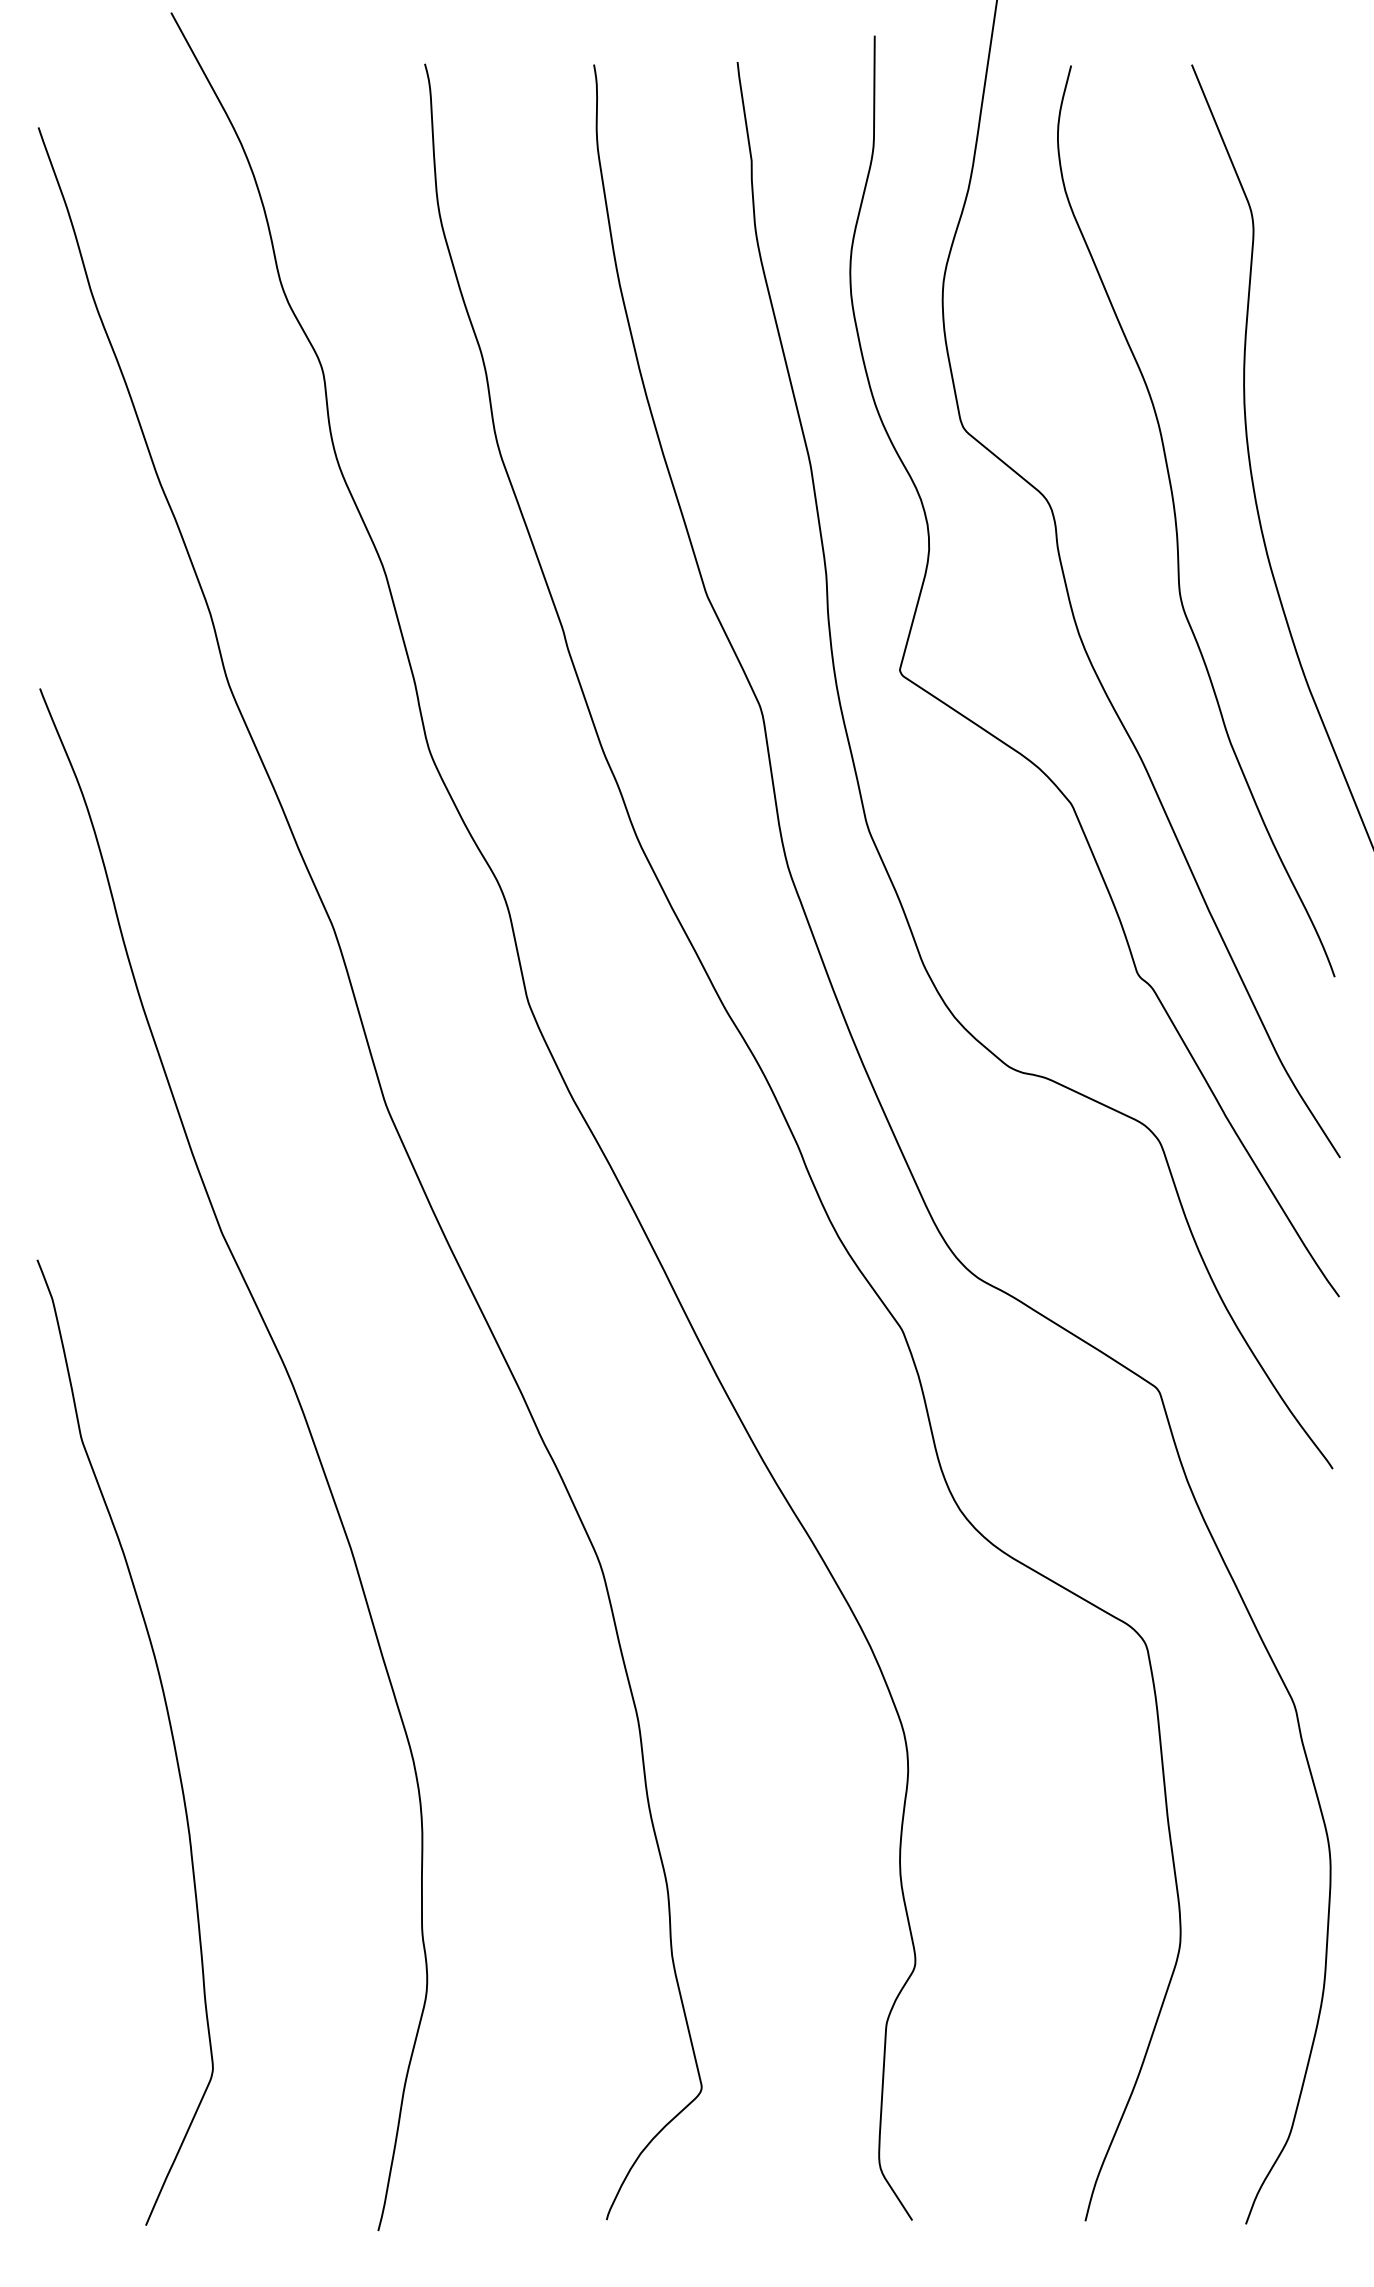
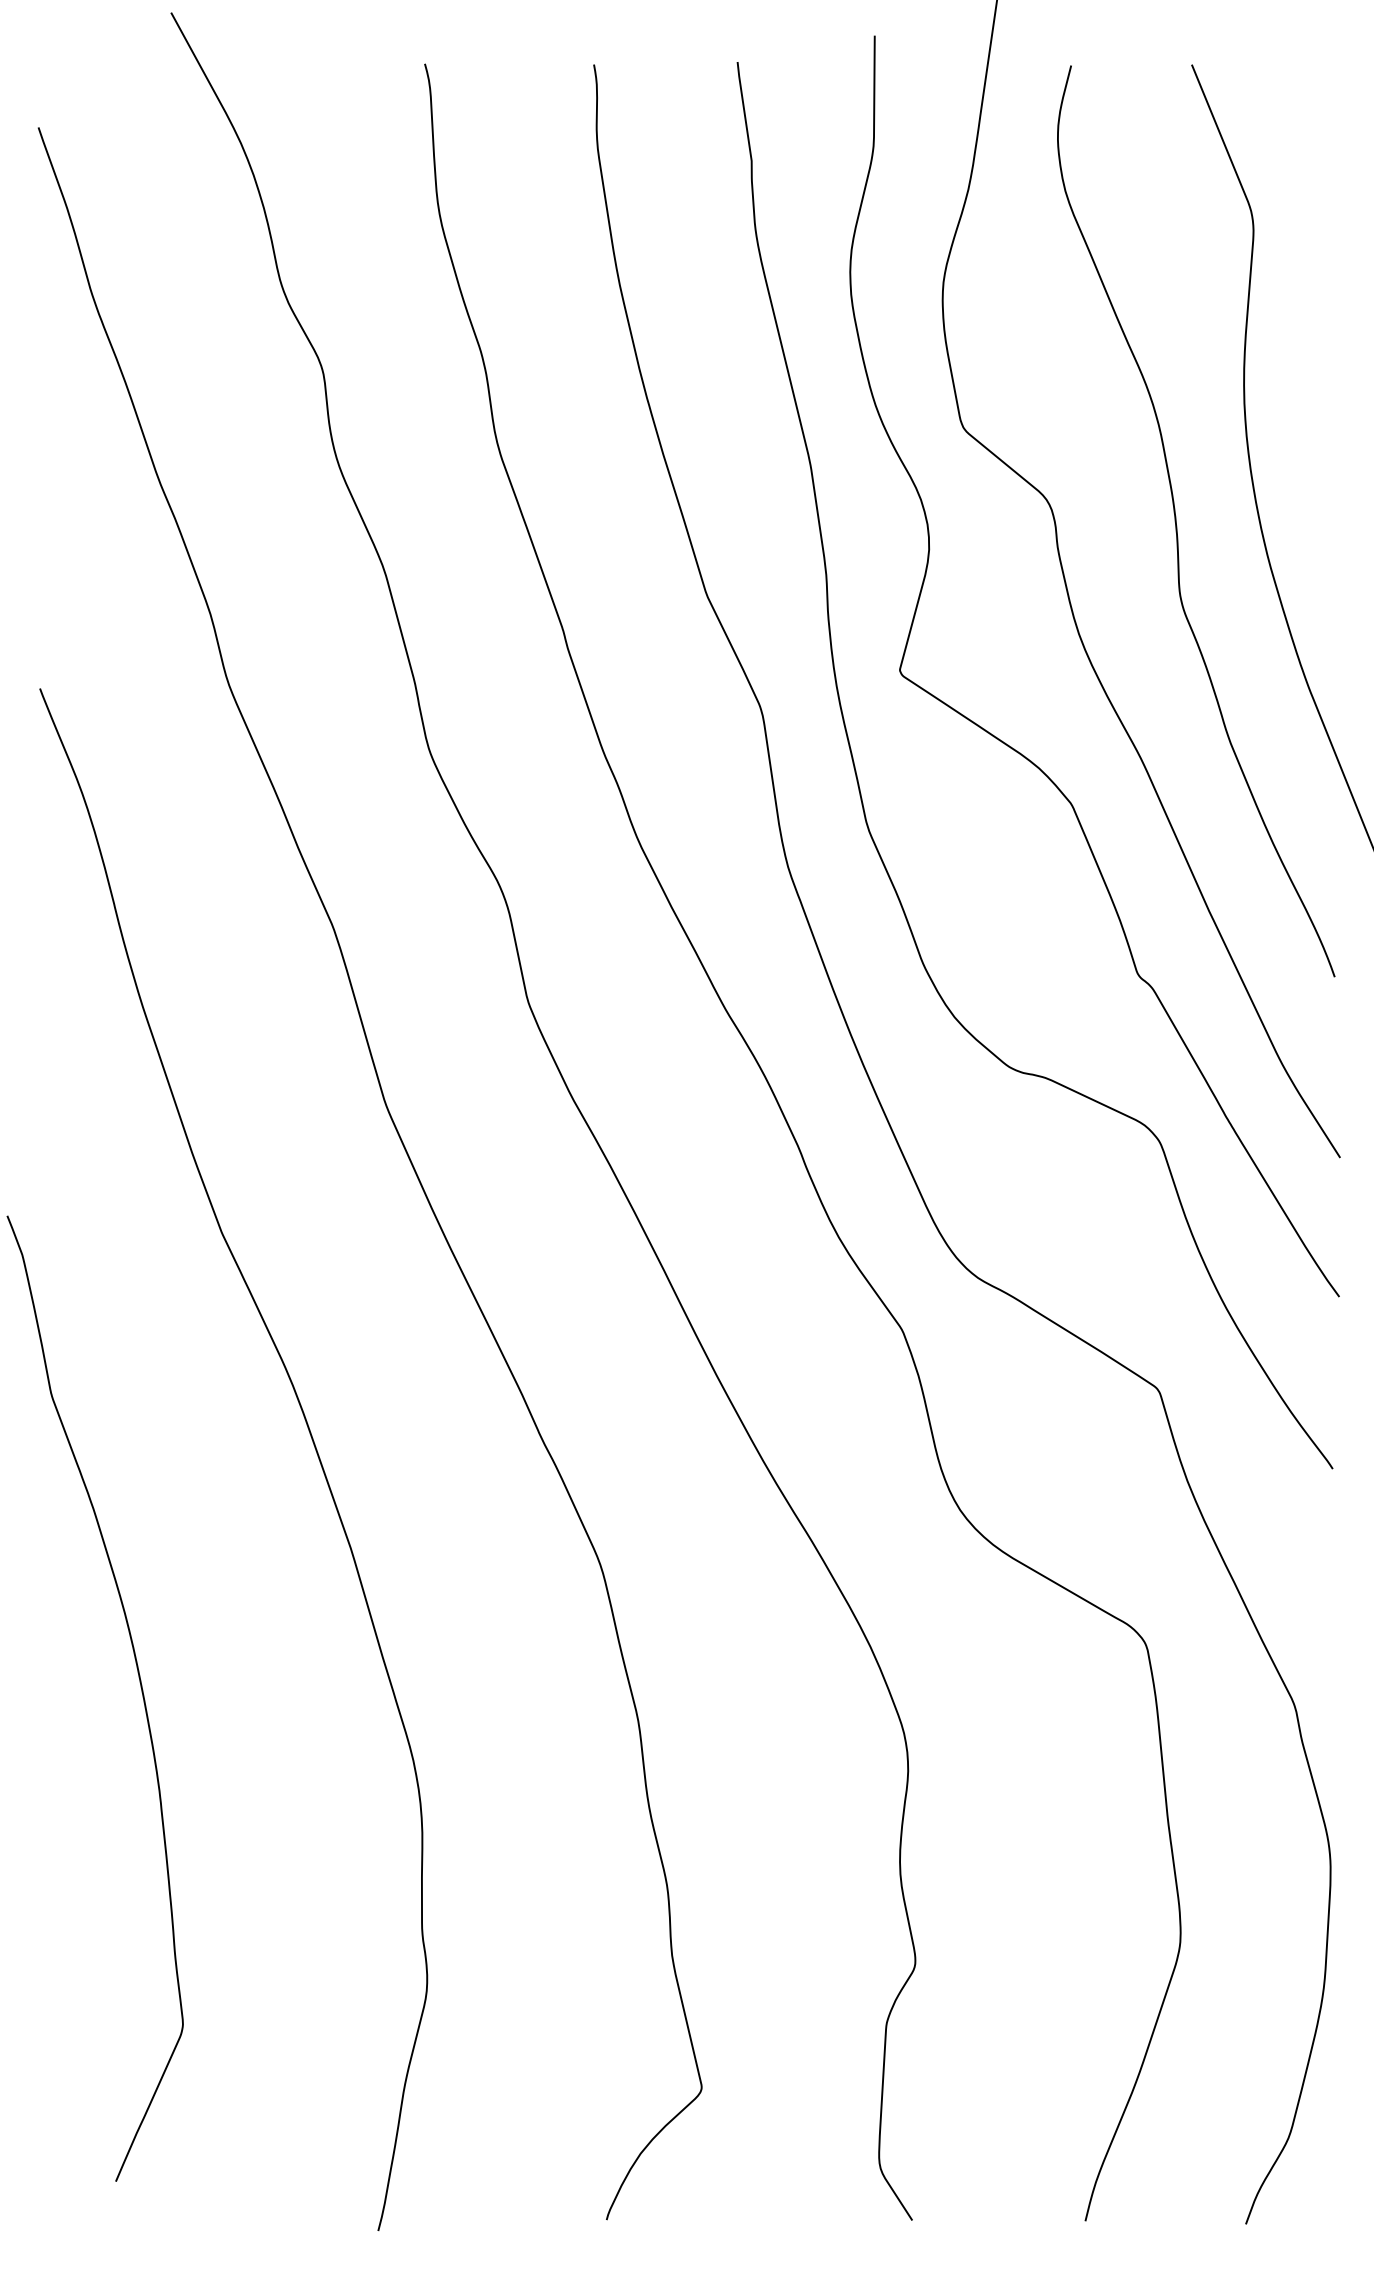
curve at (170, 1731) position: (170, 1731) -> (140, 1687)
